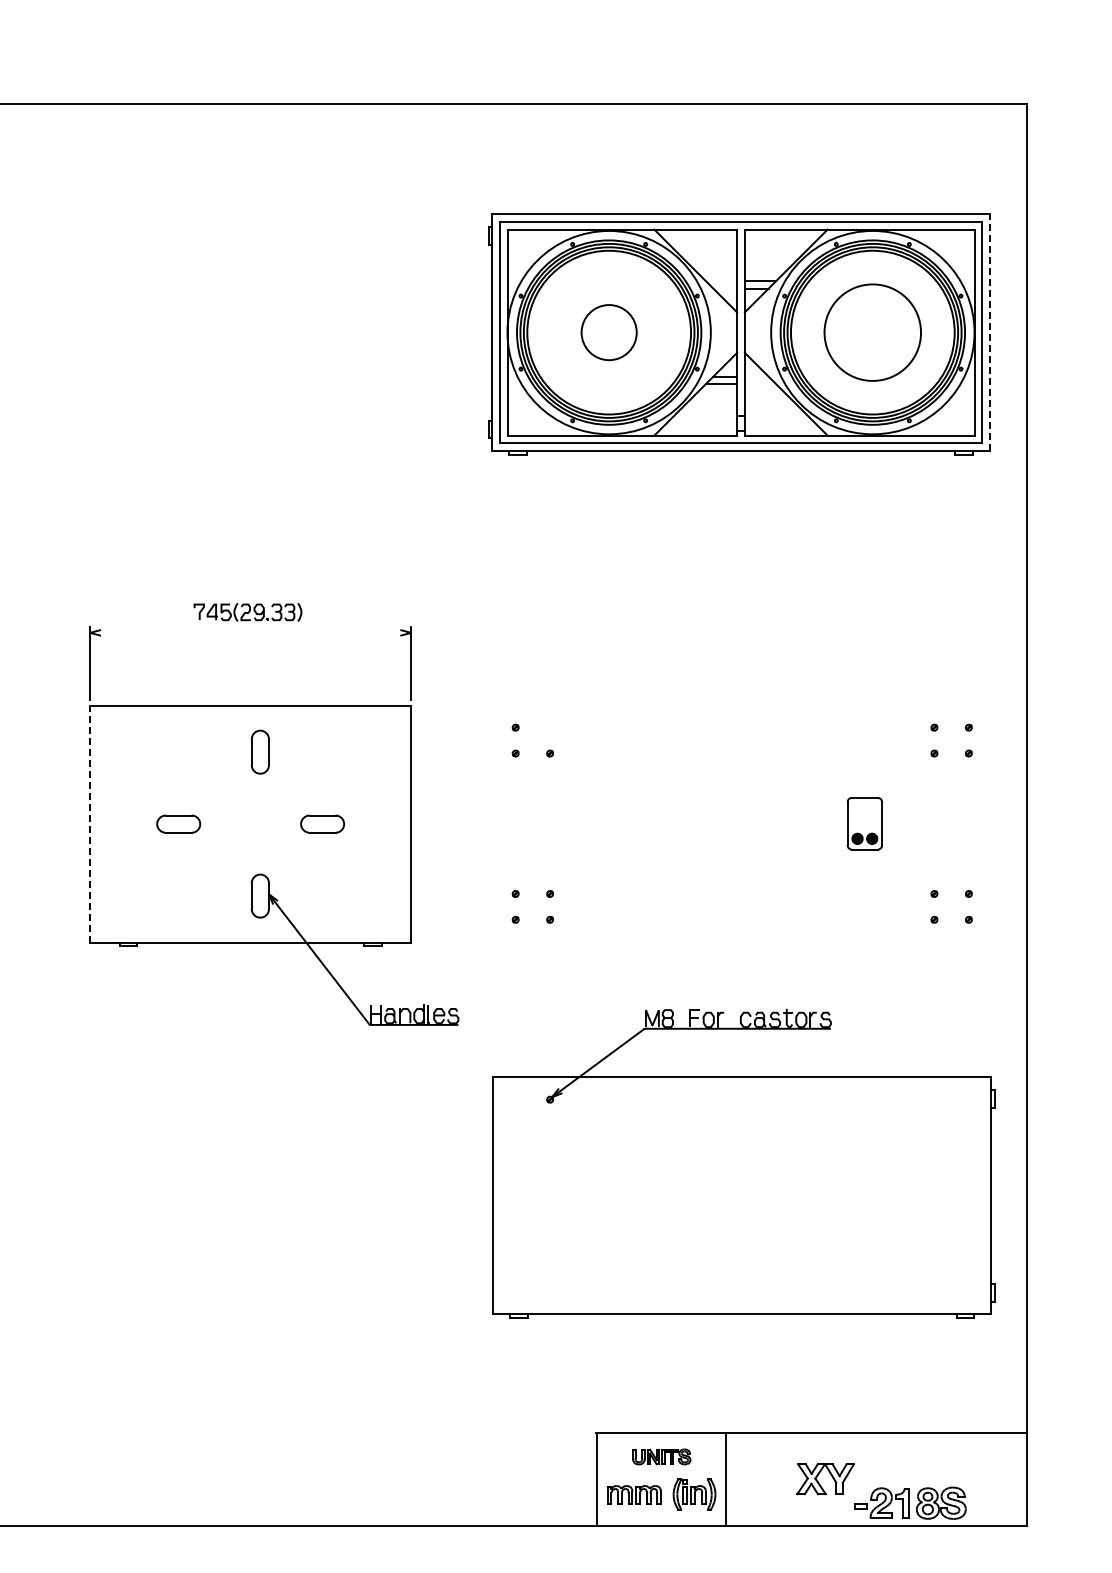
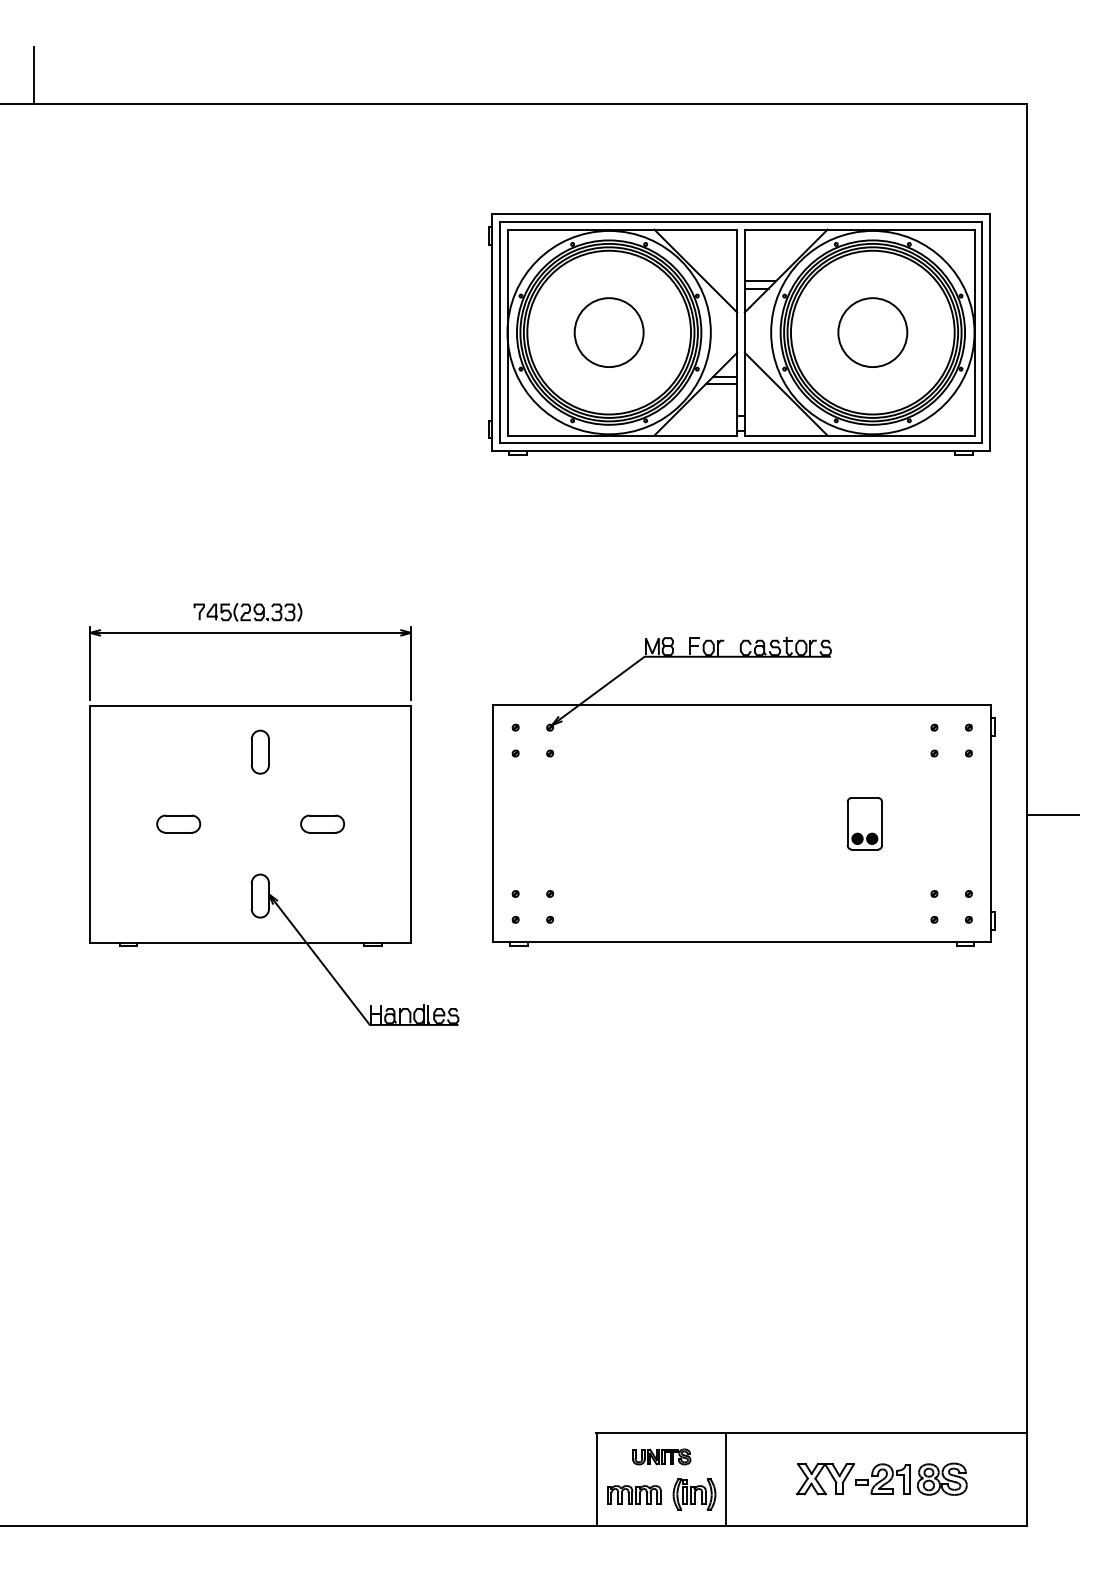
line at (34, 75): none -> present
circle at (608, 332) diameter: 55 px -> 69 px
circle at (872, 332) size: 99x99 px -> 72x71 px
line at (990, 332): dashed -> solid
line at (250, 632): none -> present
line at (1052, 814): none -> present
line at (90, 823): dashed -> solid
part at (743, 1163) position: (743, 1163) -> (743, 791)
part at (910, 1502) position: (910, 1502) -> (911, 1478)
